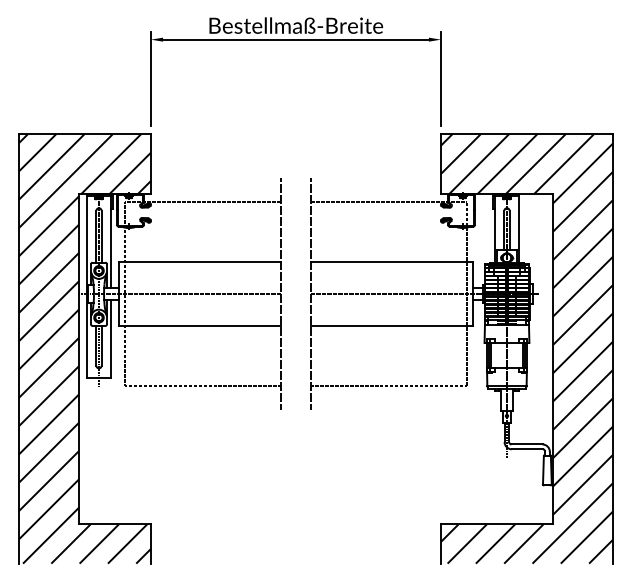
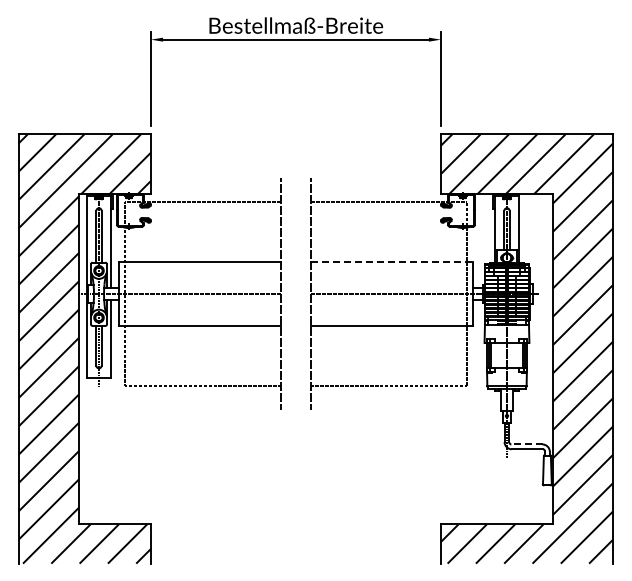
line at (392, 262): solid -> dashed
line at (526, 444): solid -> dashed
